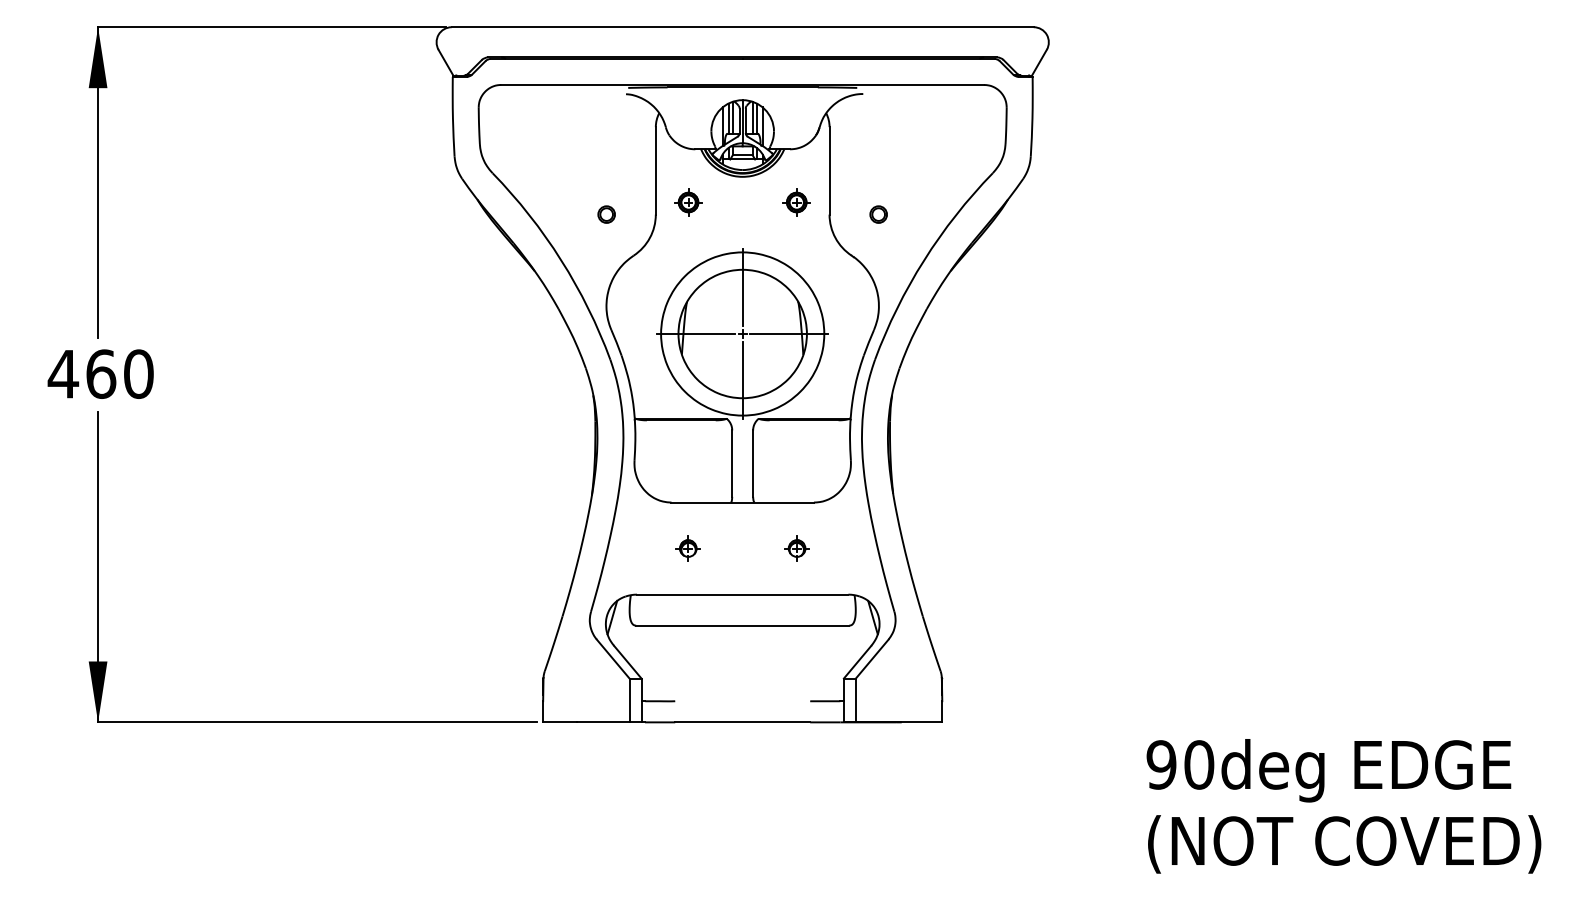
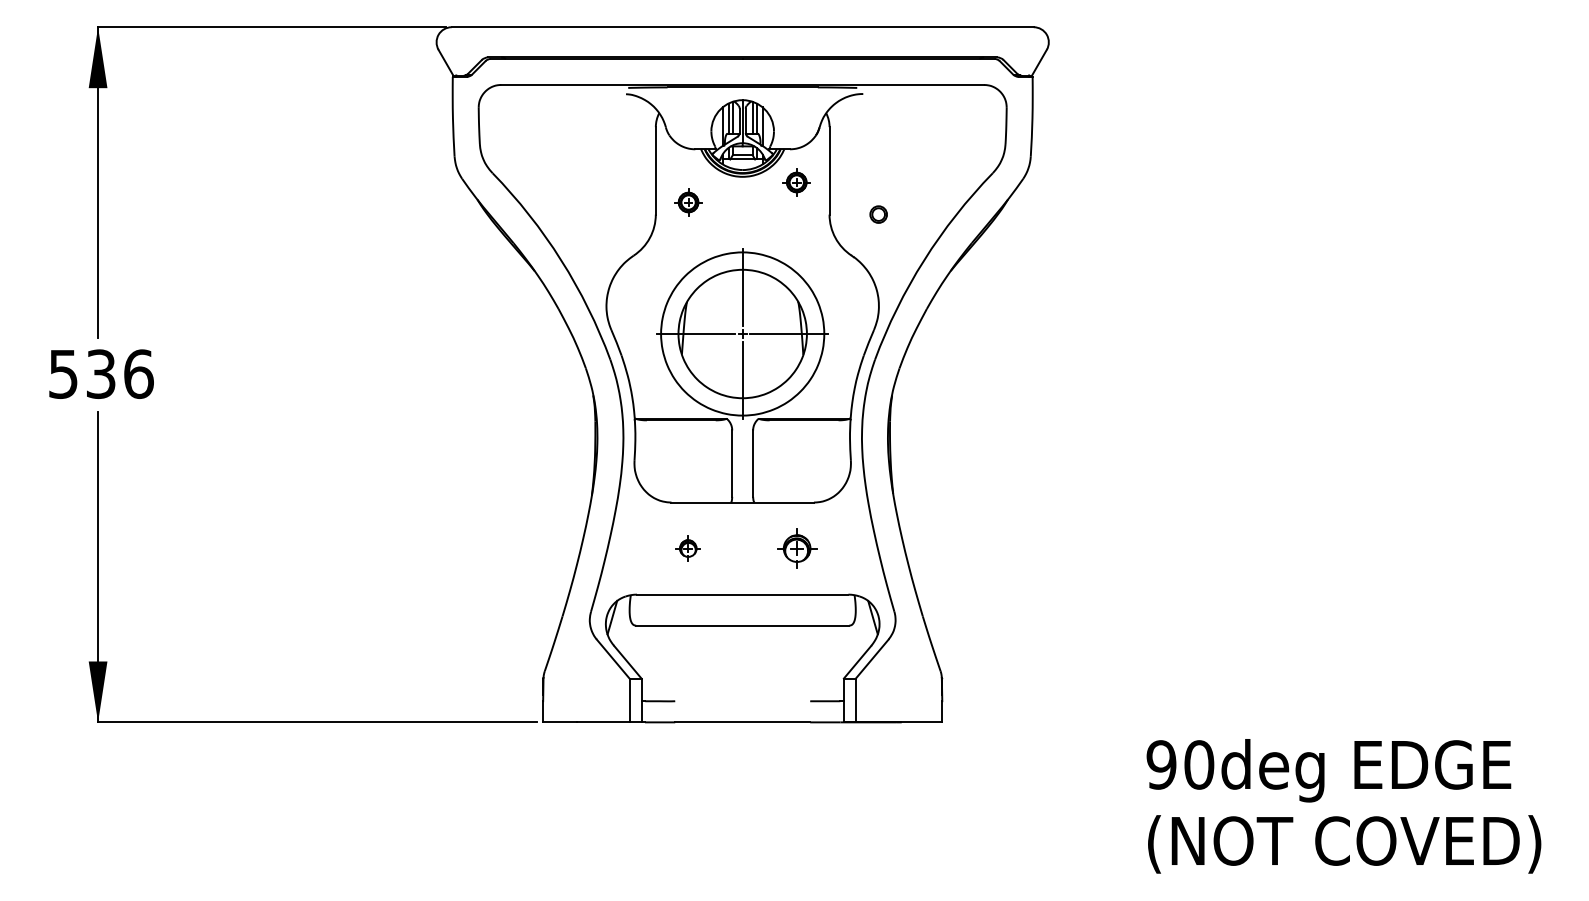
part at (796, 202) position: (796, 202) -> (796, 182)
circle at (606, 214): present -> none
text at (100, 373): 460 -> 536
part at (796, 548) size: 26x27 px -> 41x41 px
